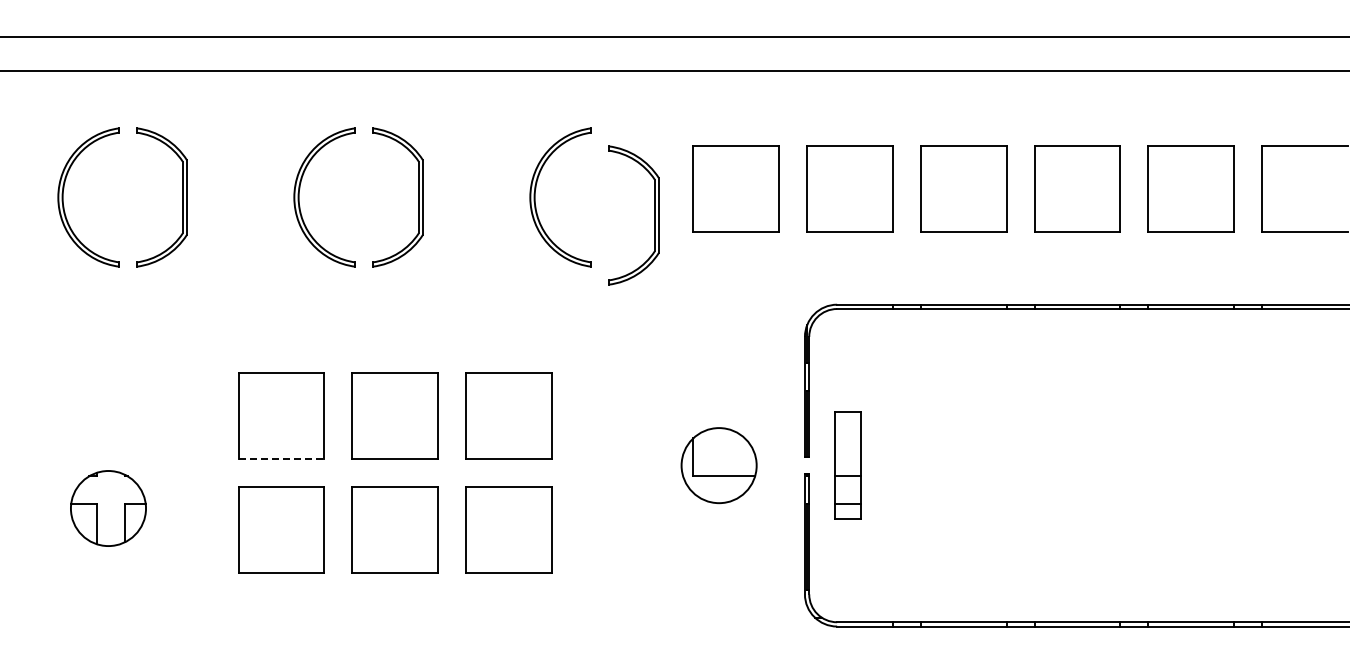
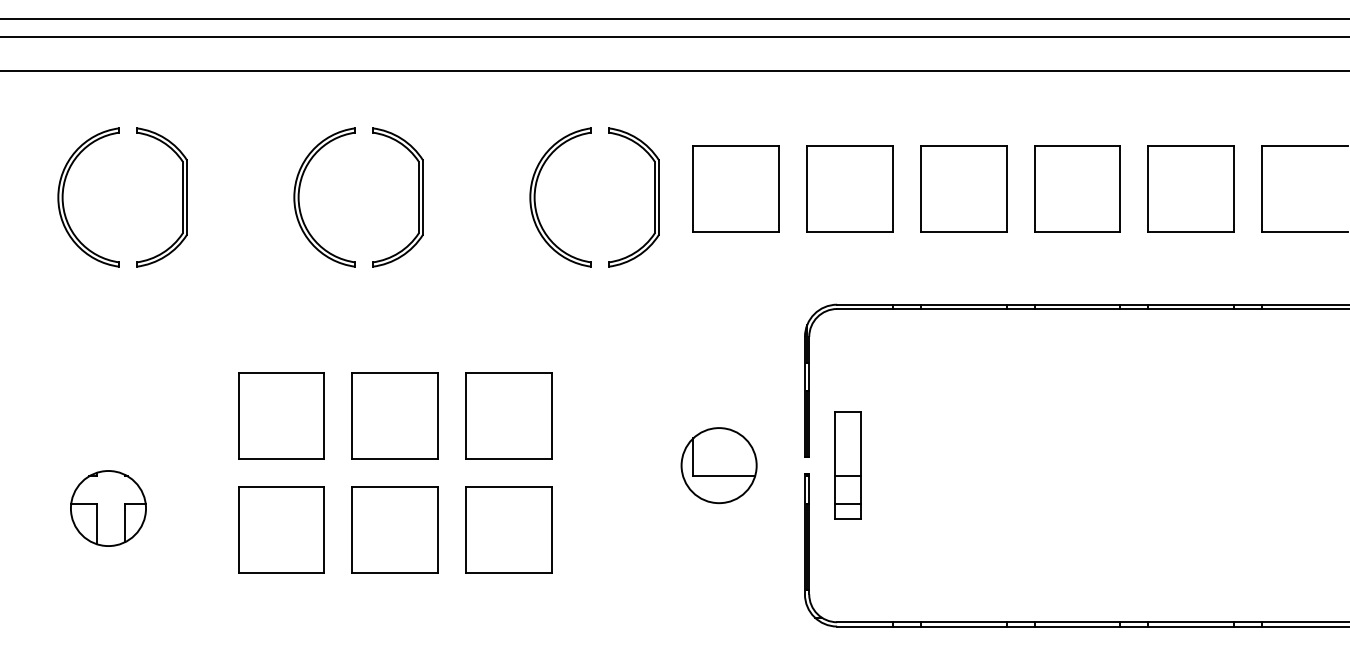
line at (674, 19): none -> present
part at (654, 215) position: (654, 215) -> (654, 197)
line at (281, 459): dashed -> solid
